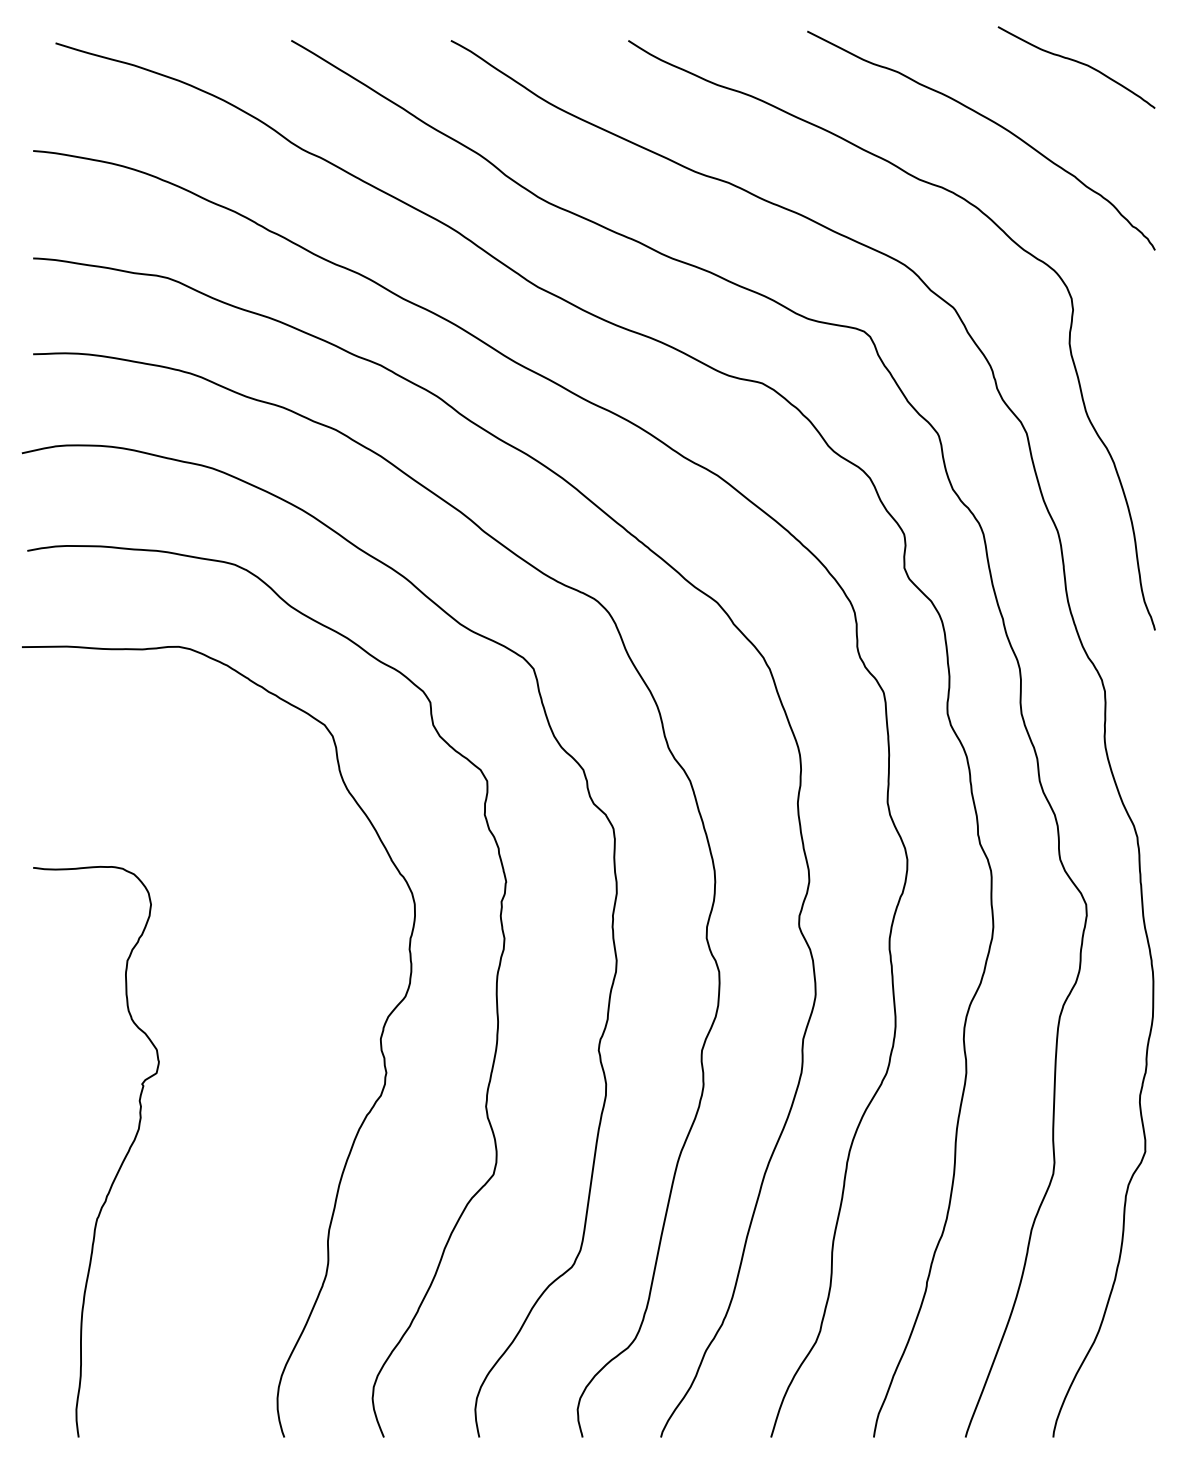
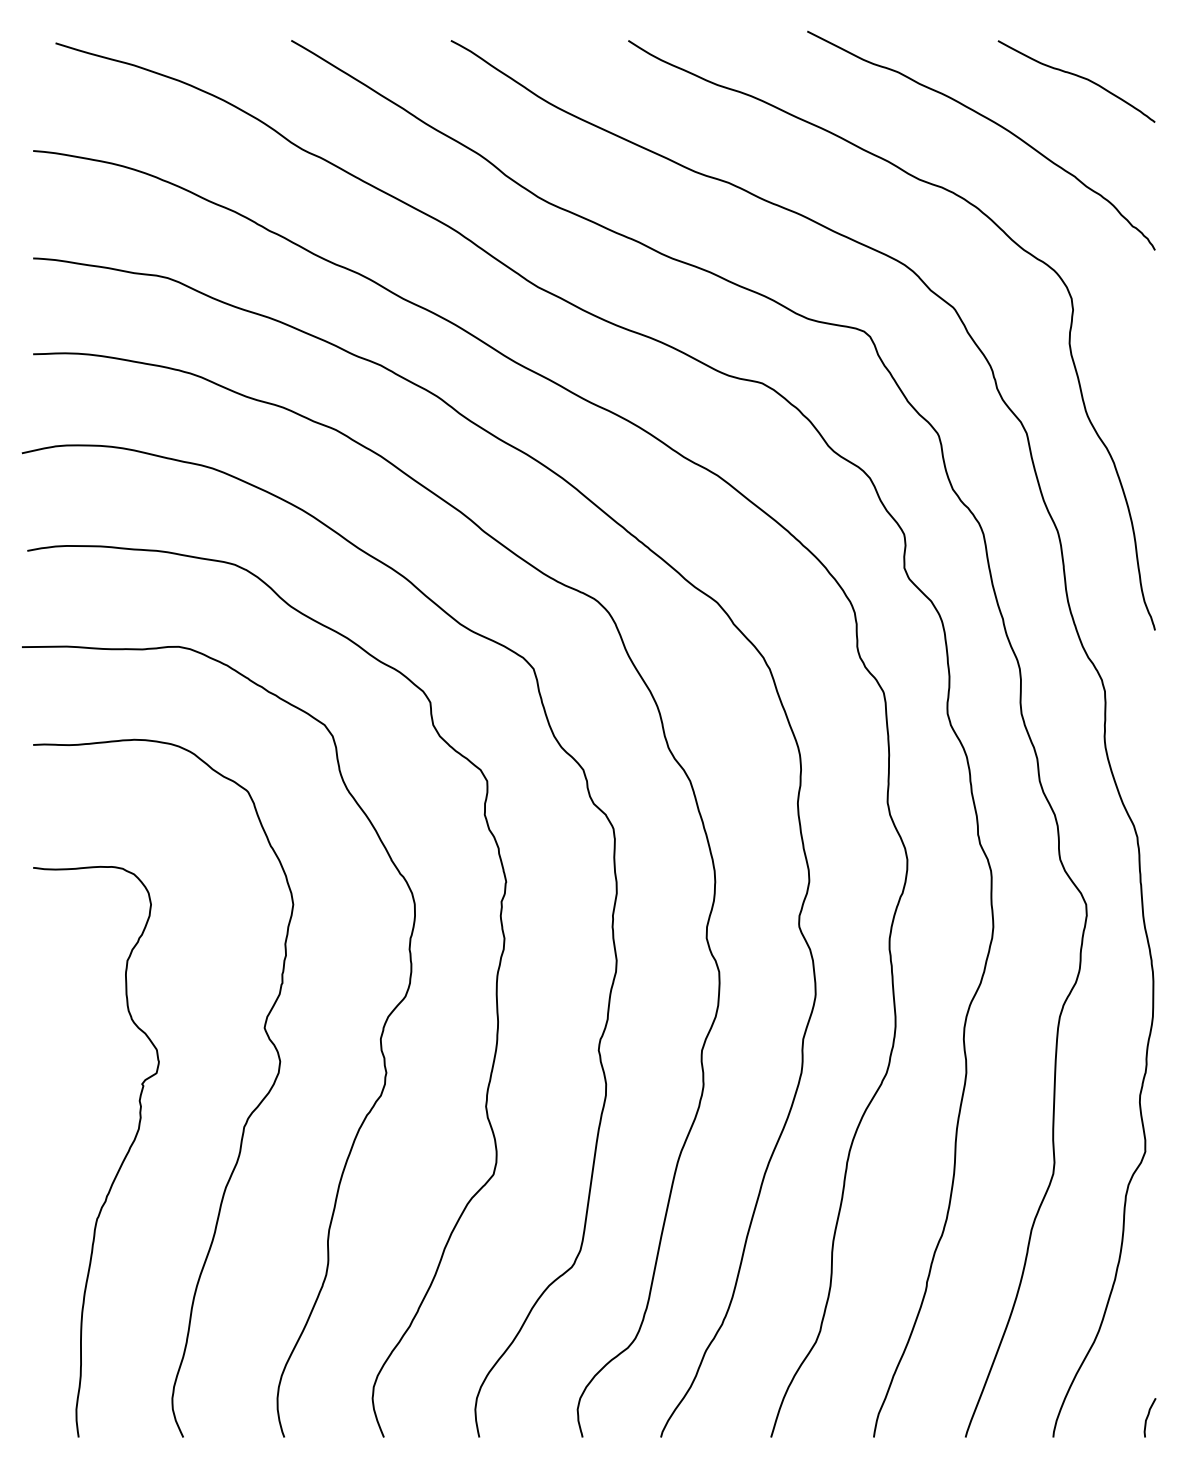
curve at (1078, 63) position: (1078, 63) -> (1078, 77)
curve at (246, 1119): none -> present
curve at (1148, 1417): none -> present
